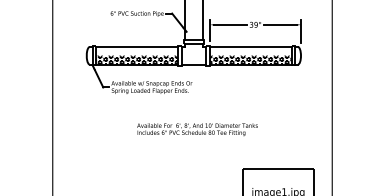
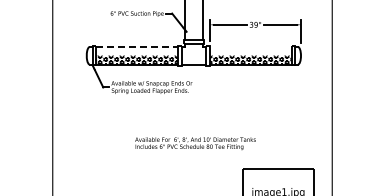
line at (136, 47): solid -> dashed
line at (250, 47): present -> none
text at (197, 129) position: (197, 129) -> (195, 143)
